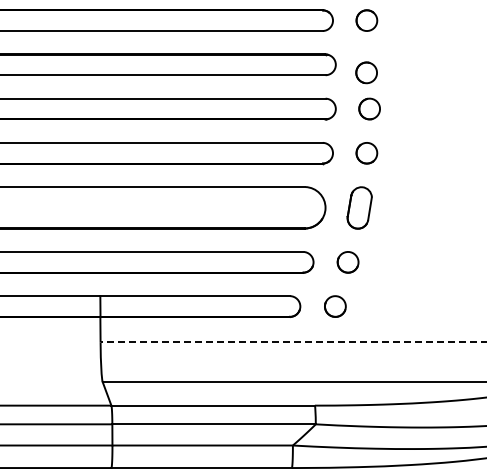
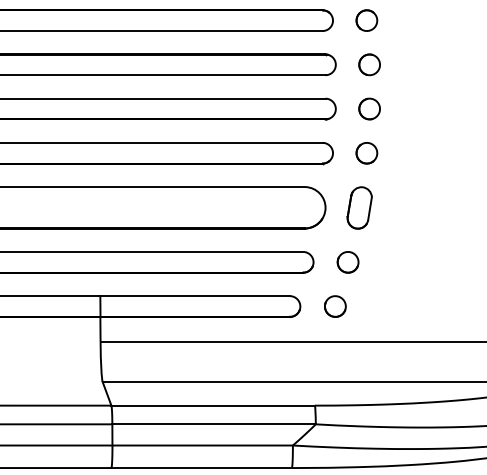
part at (366, 72) position: (366, 72) -> (369, 64)
line at (293, 342): dashed -> solid
